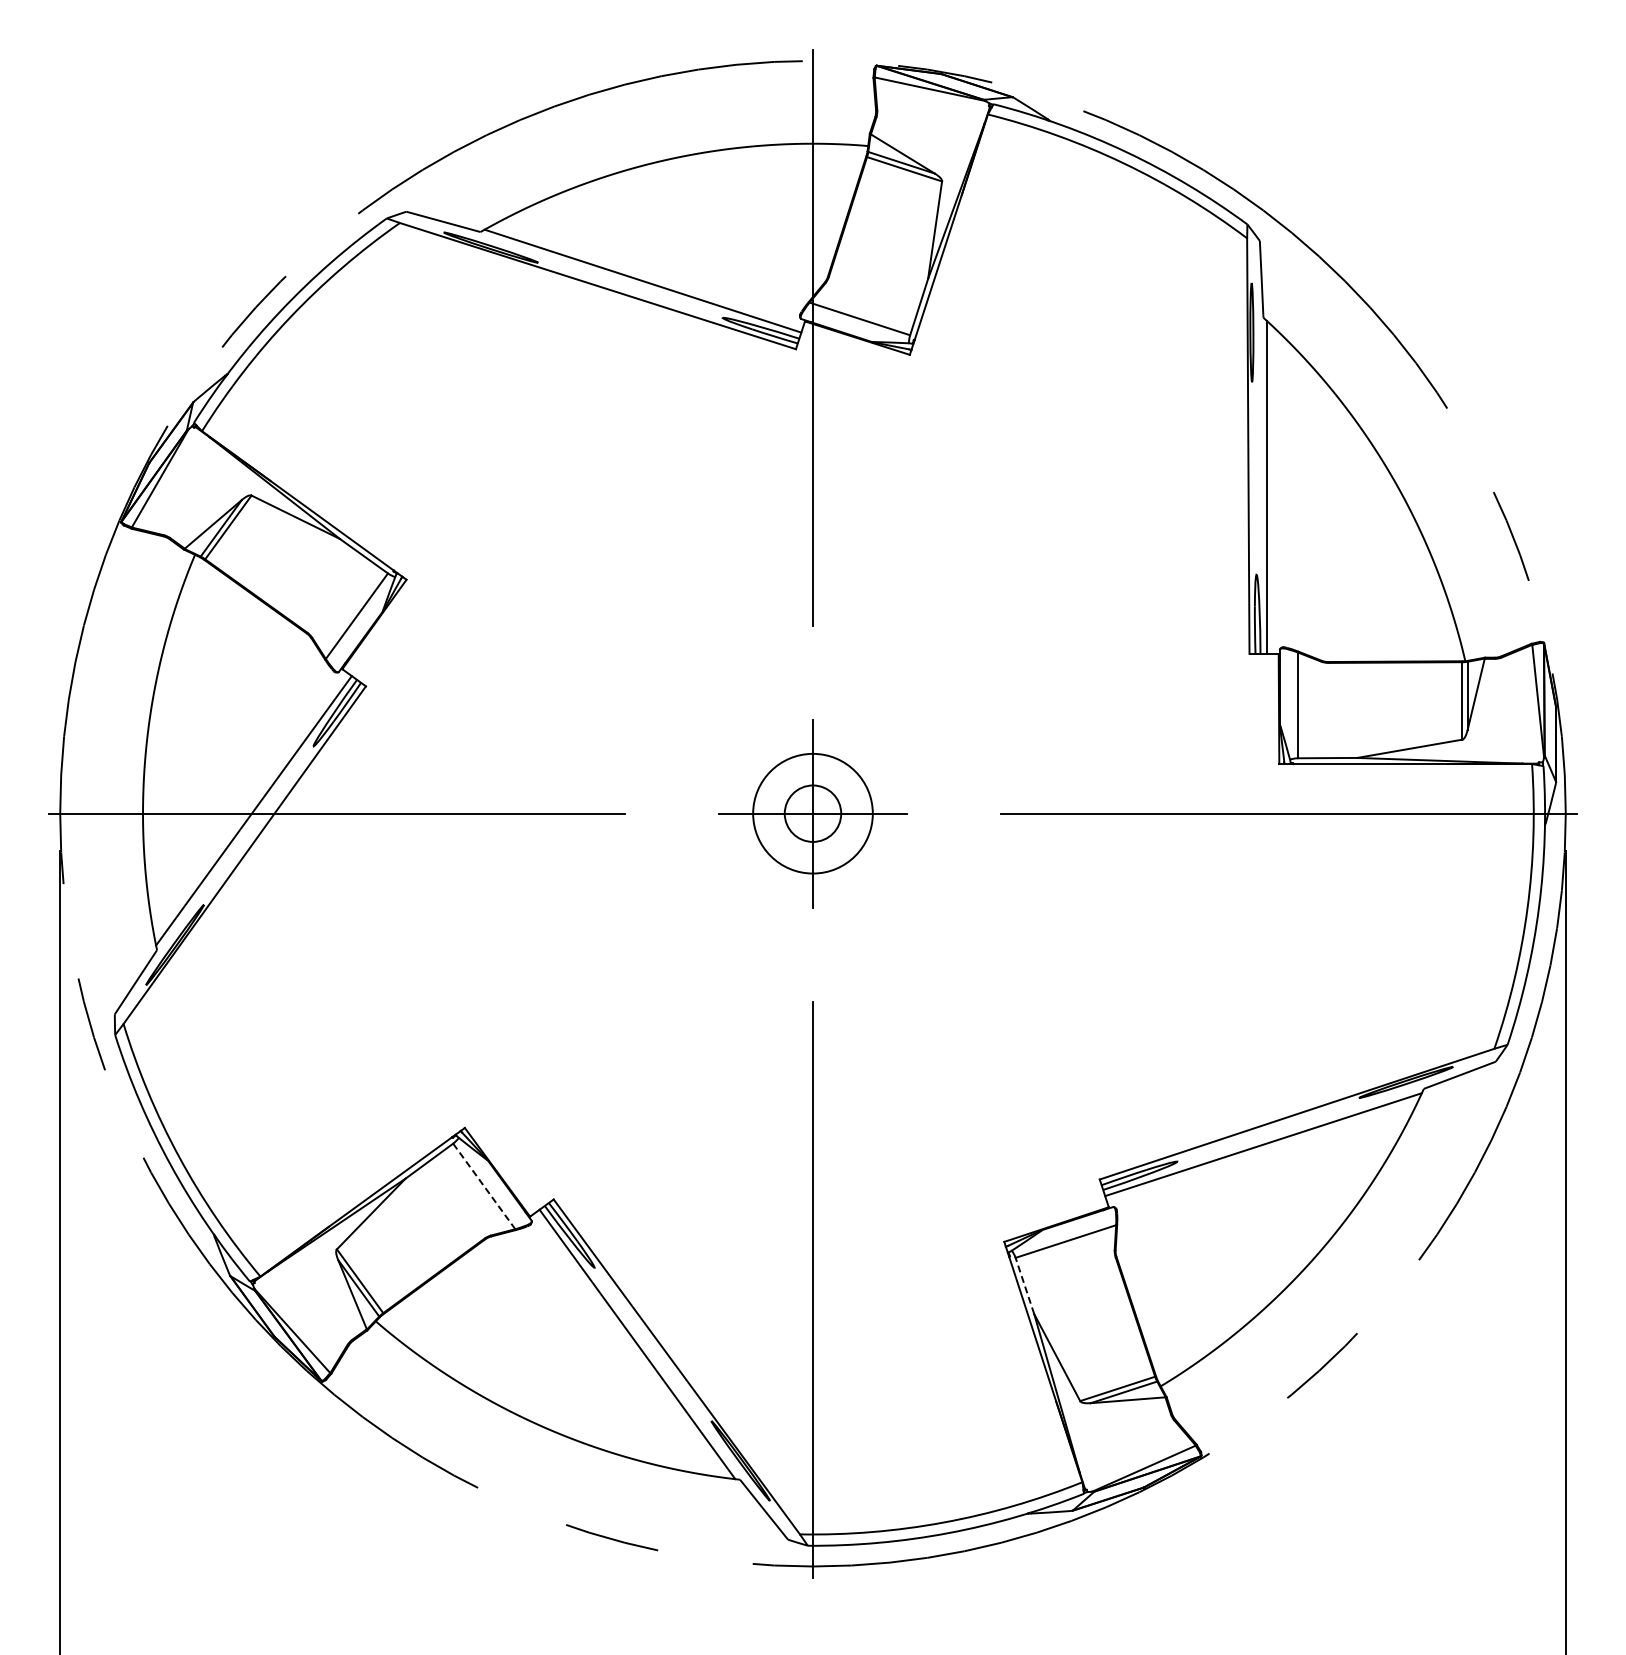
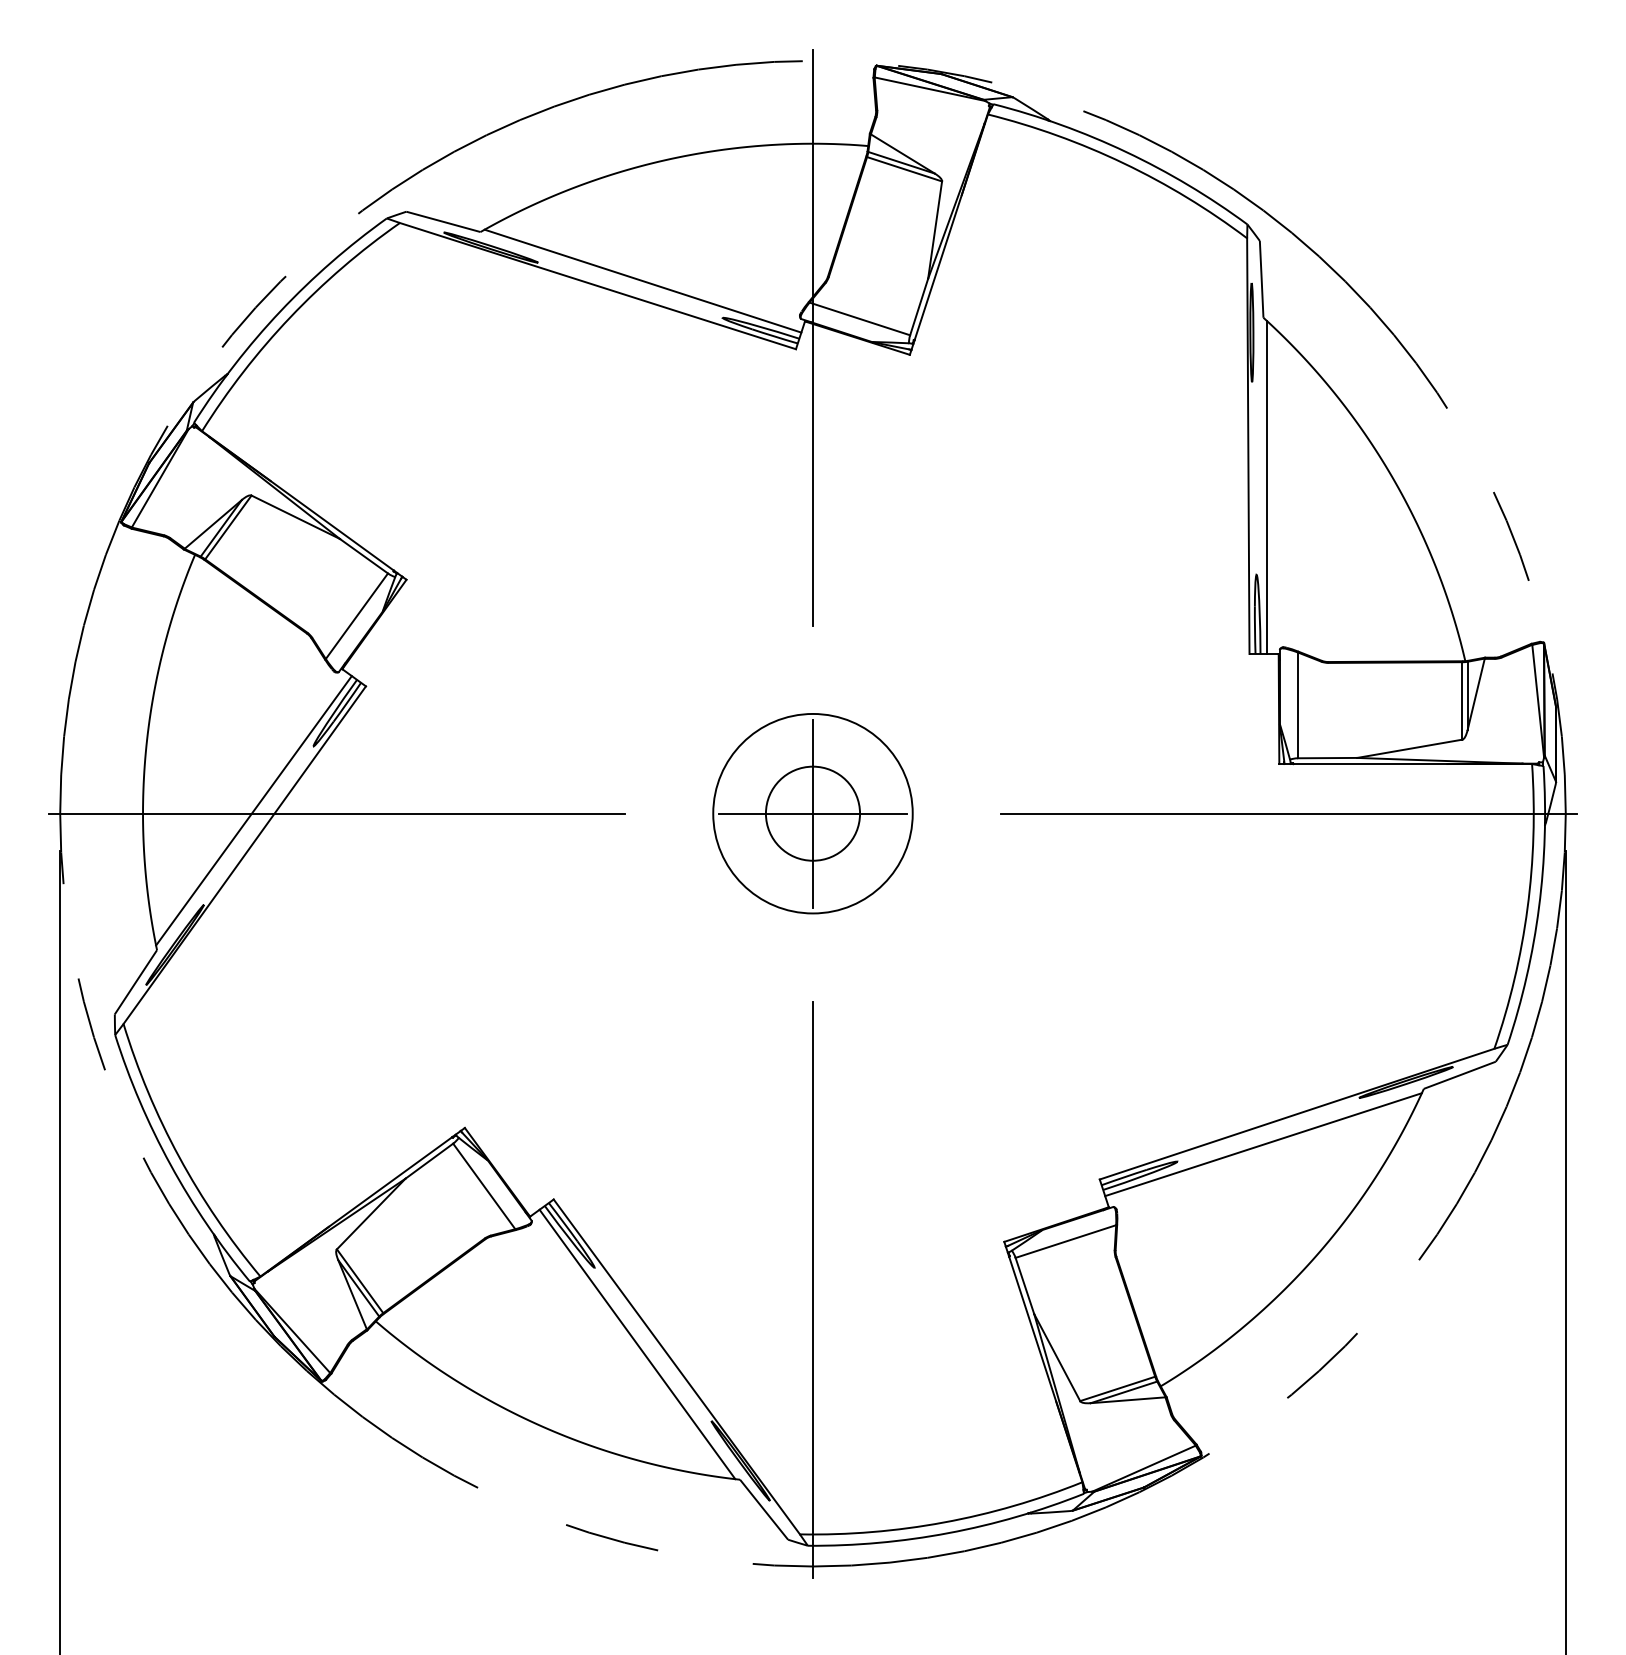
circle at (812, 813) diameter: 120 px -> 199 px
circle at (812, 813) diameter: 56 px -> 94 px
line at (484, 1186): dashed -> solid
line at (1024, 1285): dashed -> solid
